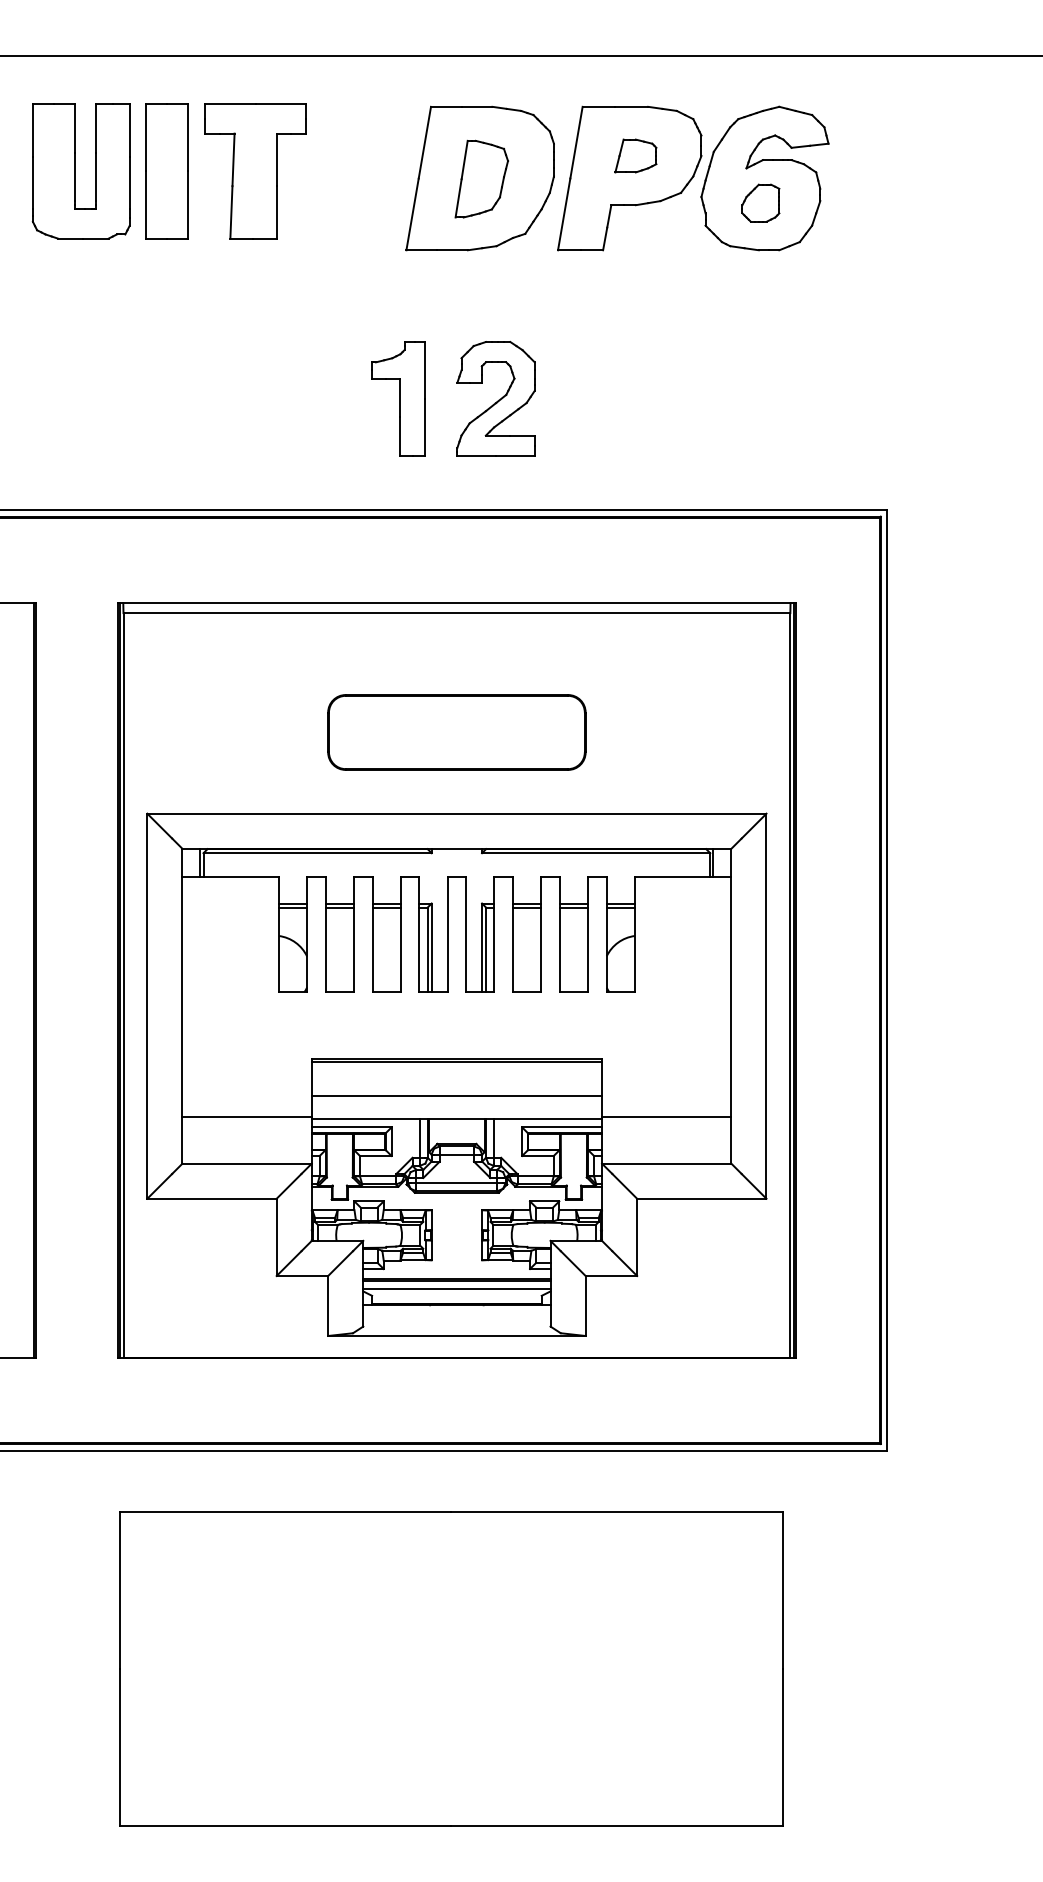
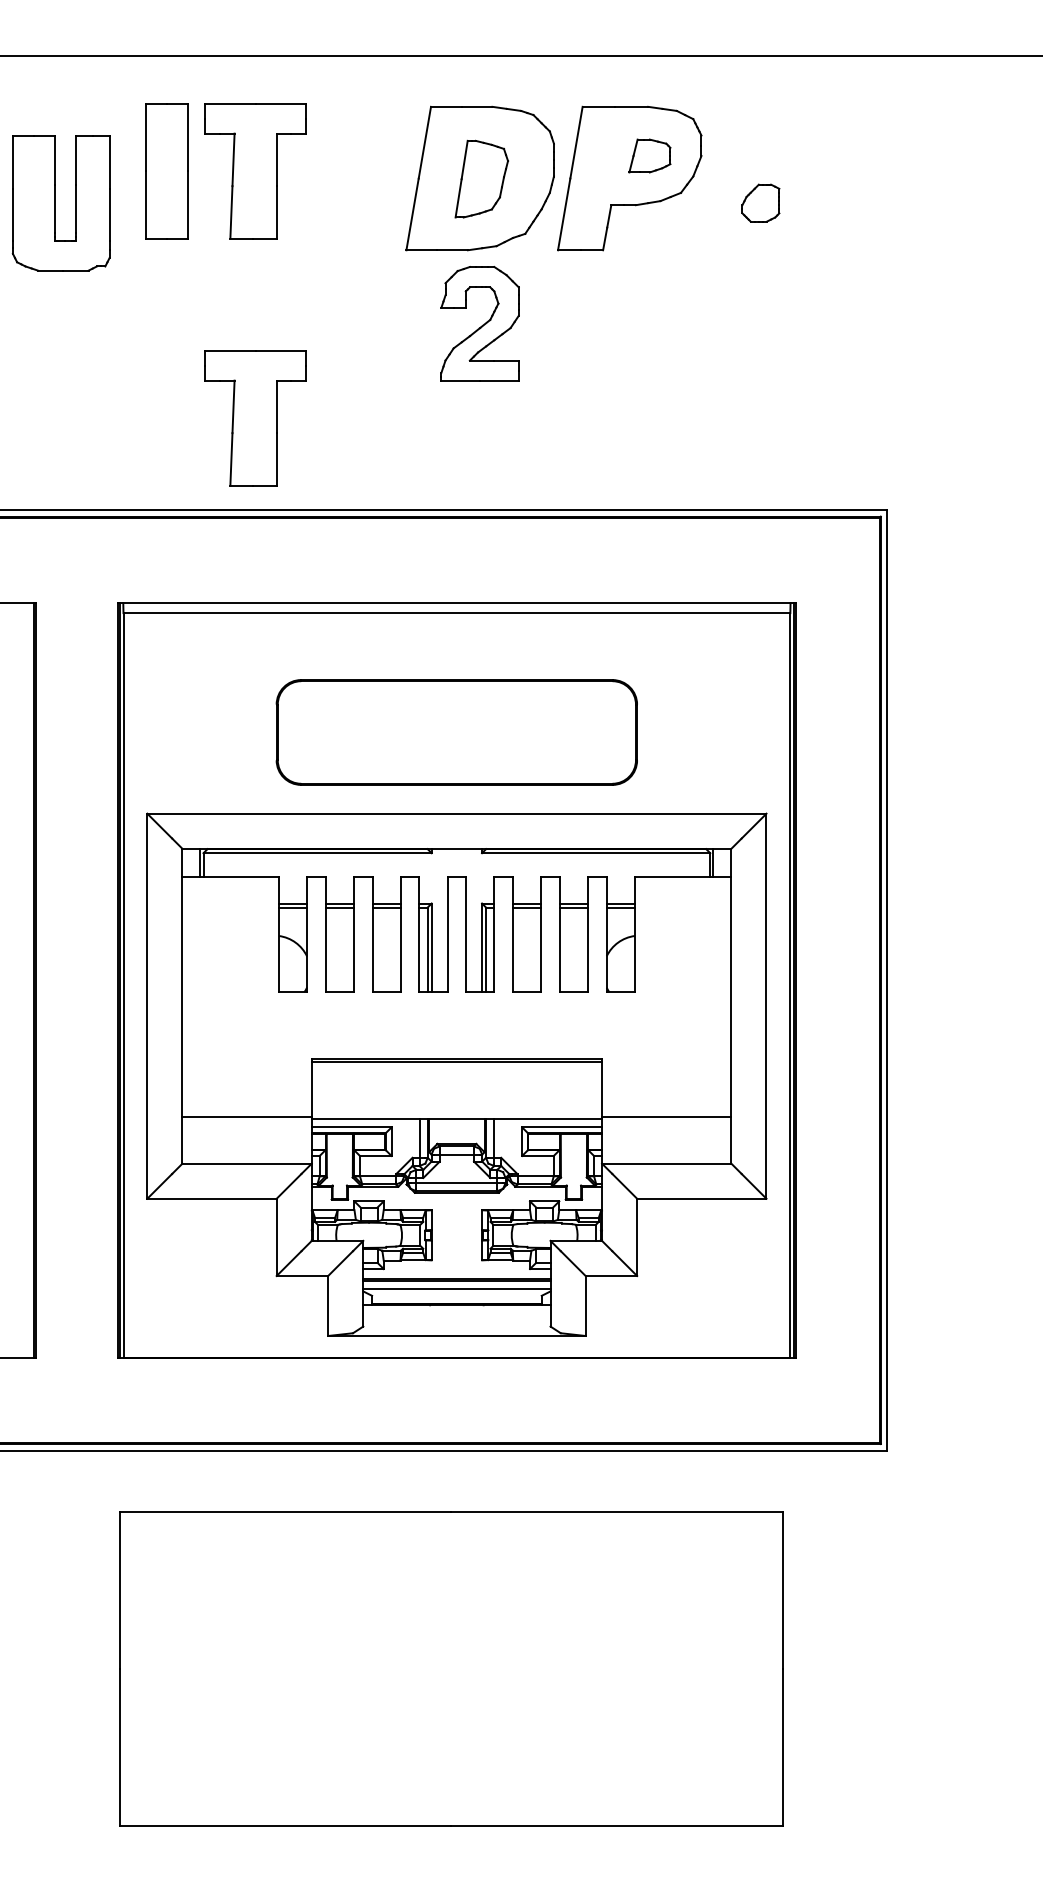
part at (635, 155) position: (635, 155) -> (649, 155)
part at (80, 171) position: (80, 171) -> (60, 203)
part at (764, 178): present -> none
part at (398, 398): present -> none
part at (495, 398) position: (495, 398) -> (479, 323)
part at (255, 418): none -> present
part at (456, 732) size: 260x77 px -> 363x107 px
line at (456, 1096): present -> none
